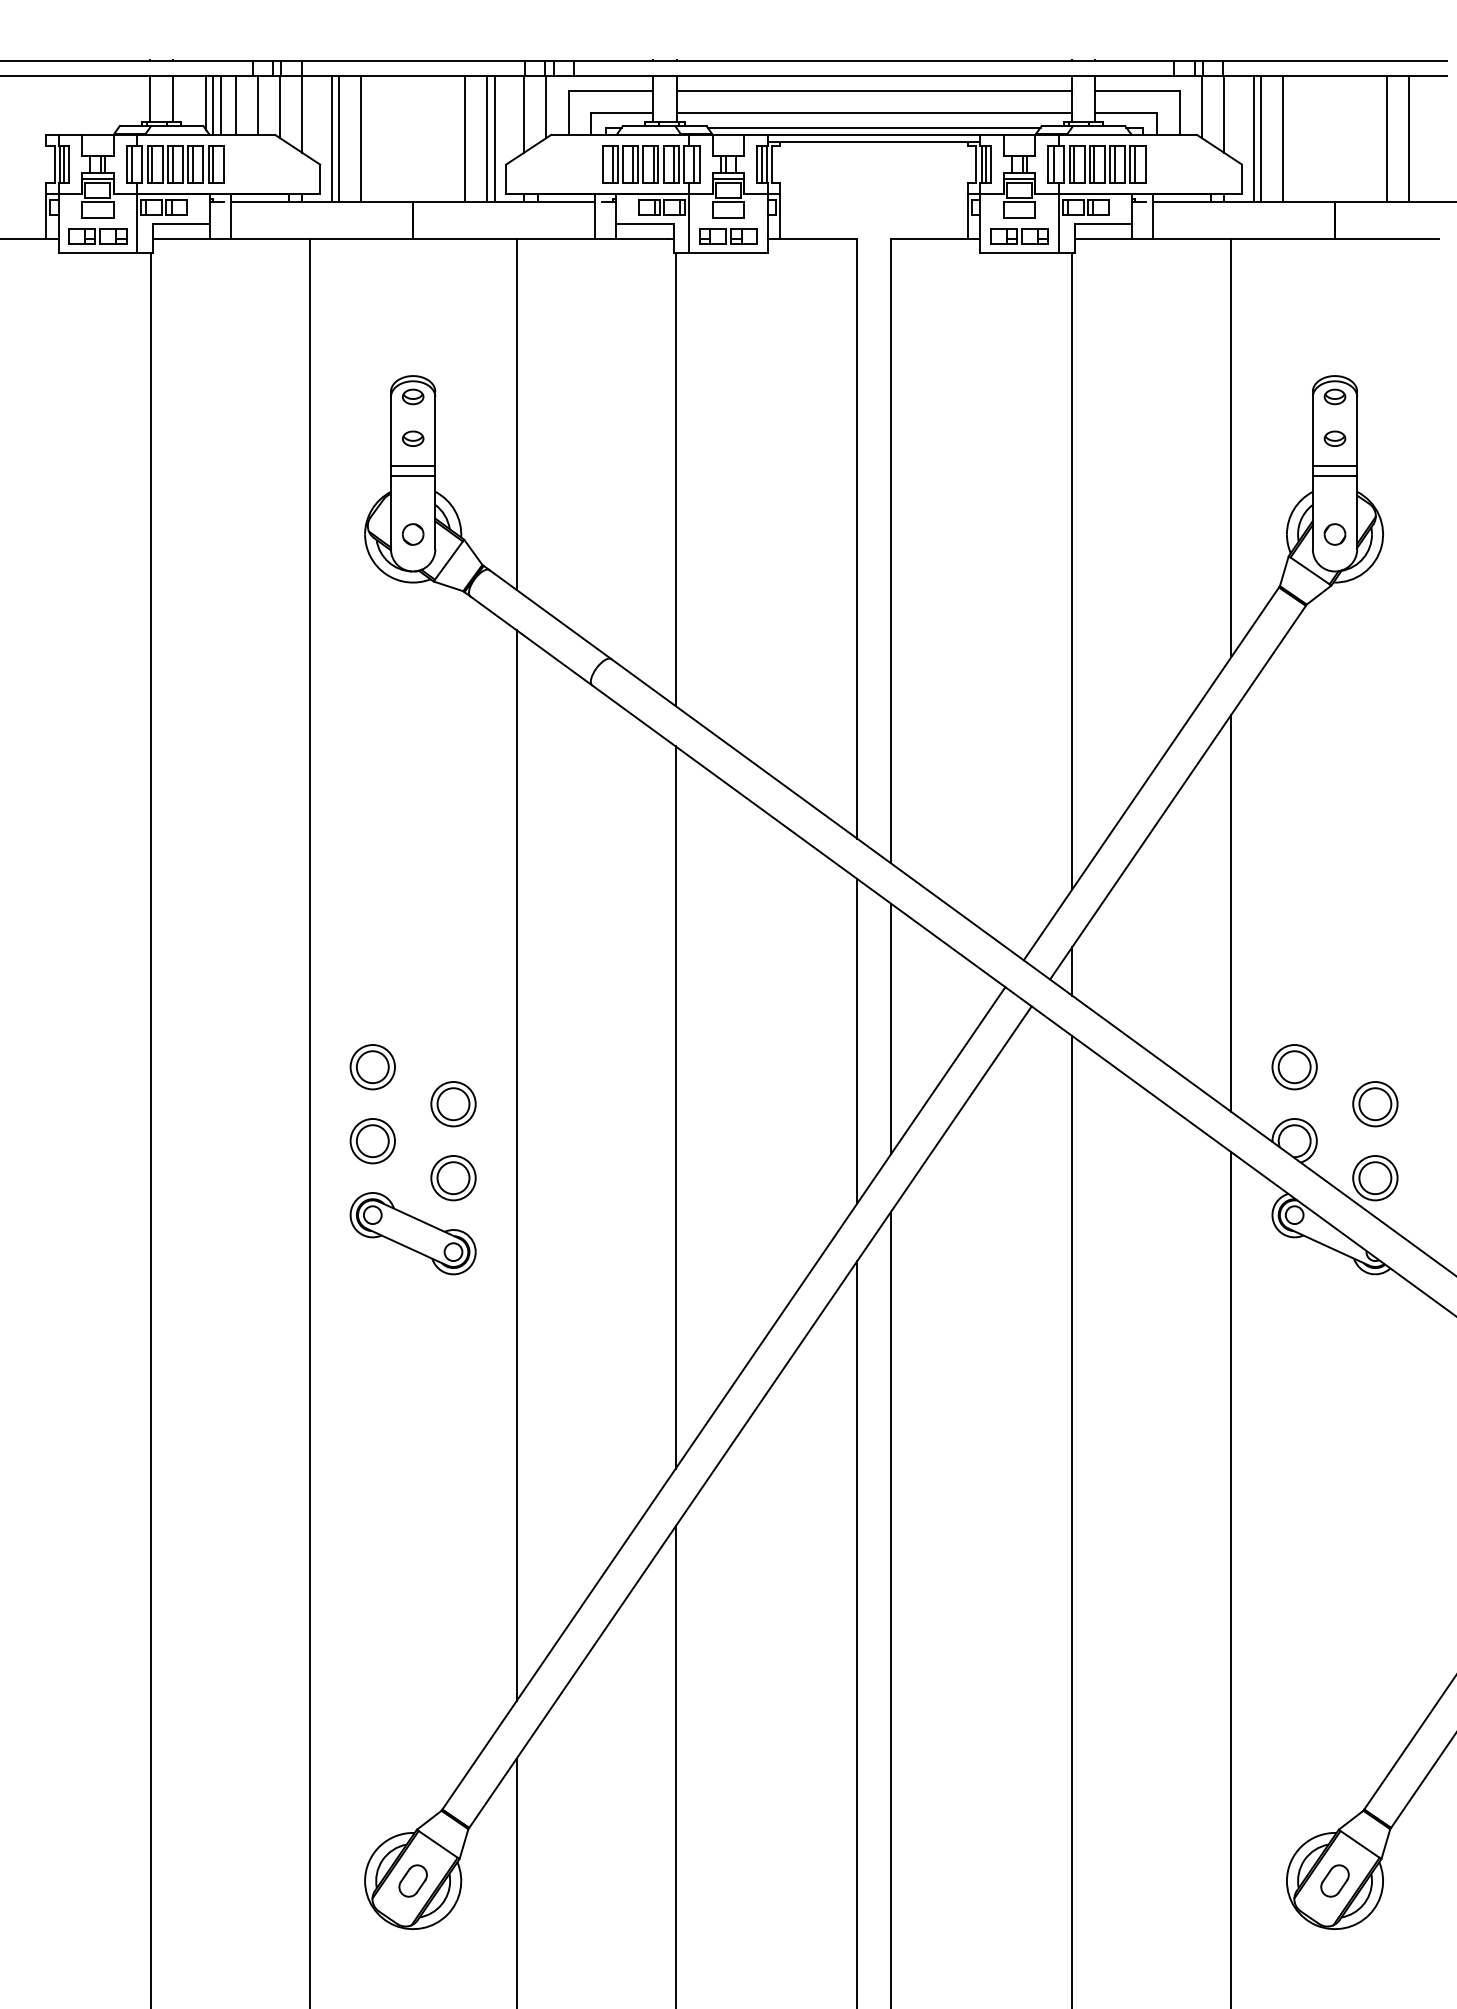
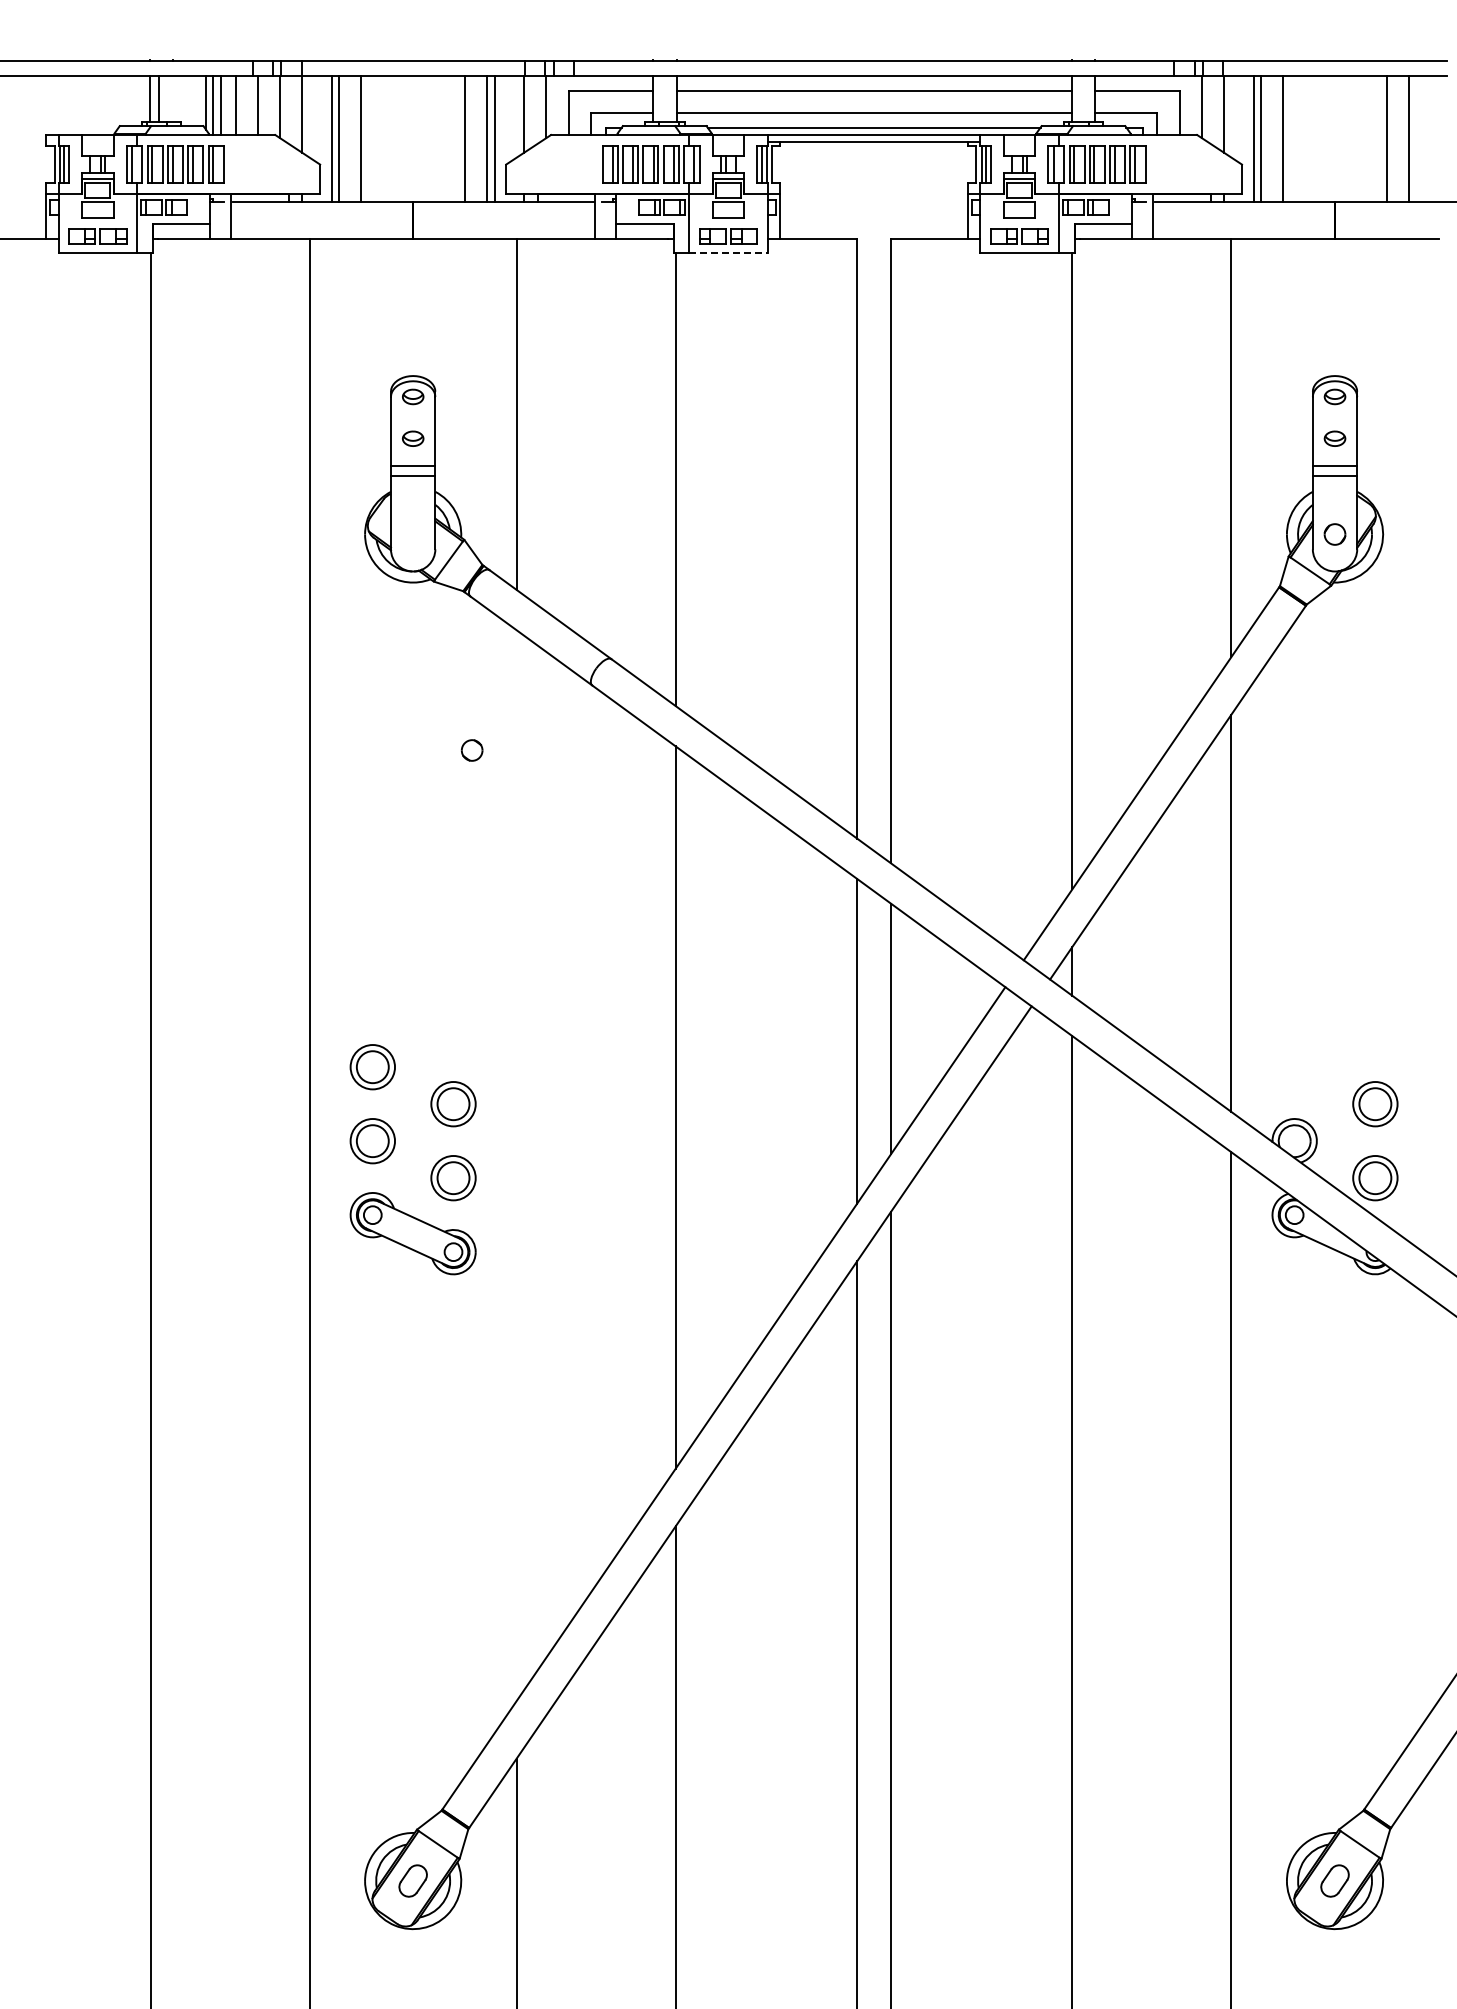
line at (173, 98) position: (173, 98) -> (159, 98)
line at (729, 253): solid -> dashed
part at (412, 534) position: (412, 534) -> (471, 750)
part at (1294, 1067): present -> none
line at (516, 1165): present -> none
